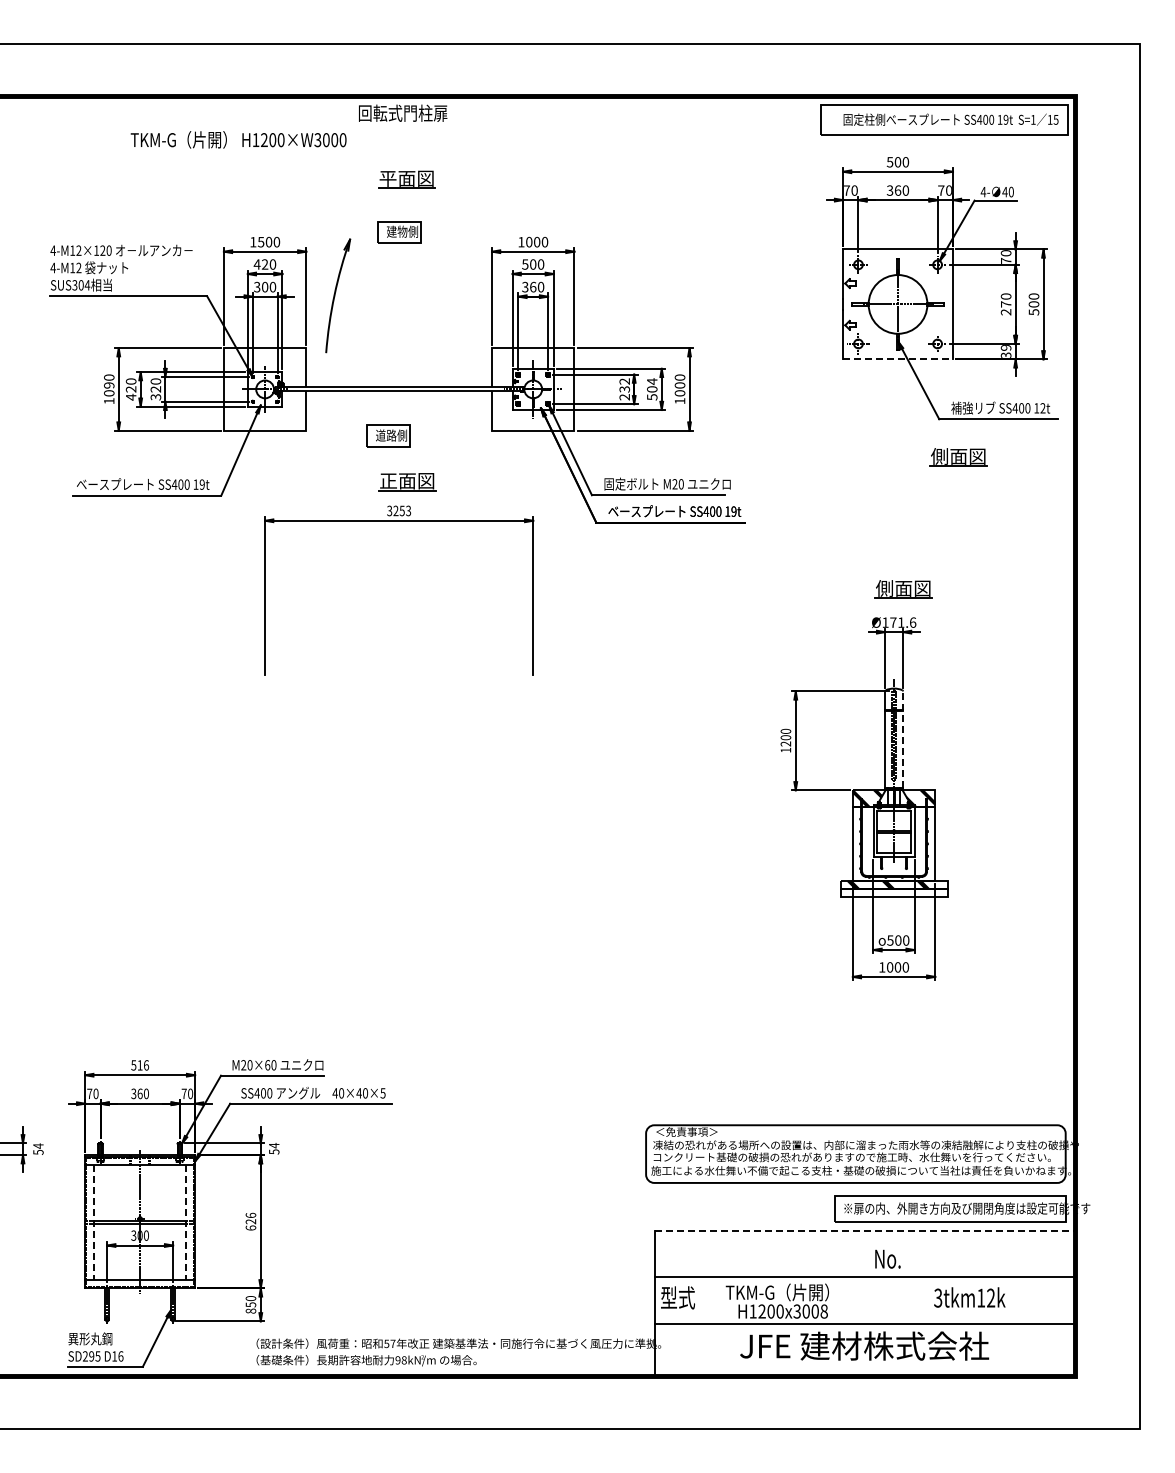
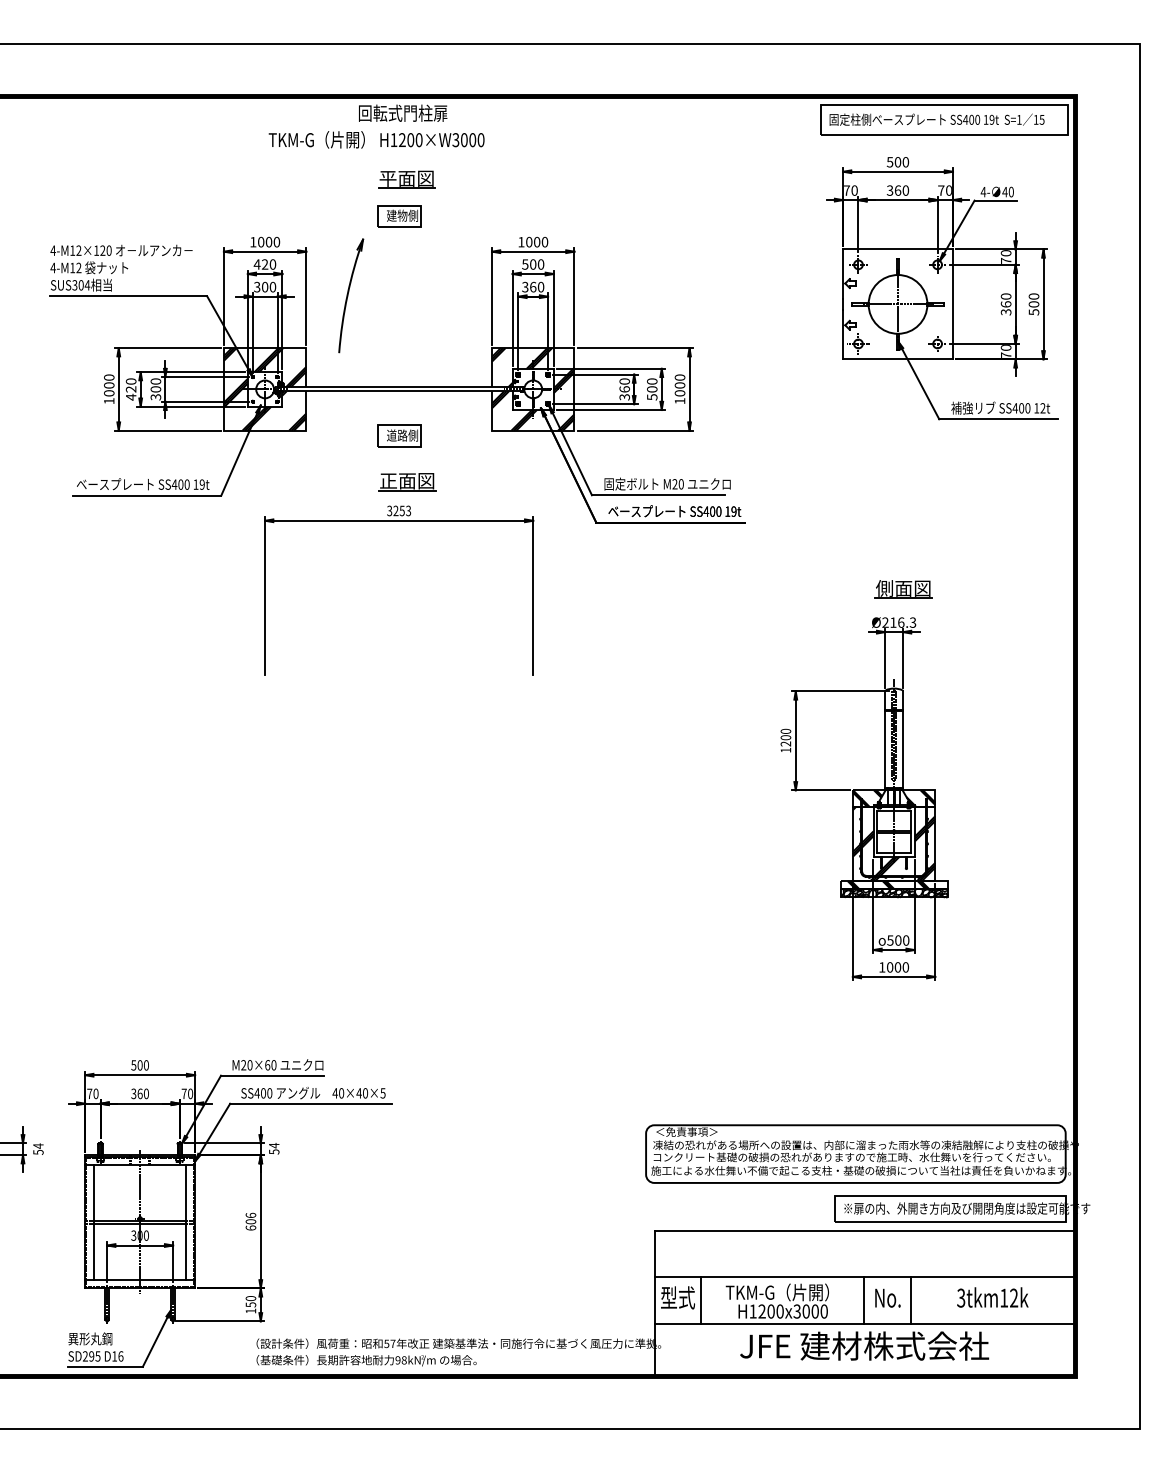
text at (950, 119) position: (950, 119) -> (936, 119)
text at (238, 139) position: (238, 139) -> (376, 139)
part at (399, 232) position: (399, 232) -> (399, 216)
text at (260, 241): 1500 -> 1000
part at (338, 295) position: (338, 295) -> (351, 295)
text at (1005, 308): 270 -> 360
text at (1005, 351): 39 -> 70
line at (898, 359): dashed -> solid
text at (652, 381): 504 -> 500
text at (109, 385): 1090 -> 1000
text at (155, 389): 320 -> 300
hatch at (264, 389): none -> present
hatch at (533, 389): none -> present
text at (624, 389): 232 -> 360
part at (388, 435) position: (388, 435) -> (399, 435)
part at (958, 457): present -> none
text at (899, 622): Ø171.6 -> Ø216.3
line at (903, 739): dashed -> solid
hatch at (893, 843): none -> present
hatch at (893, 893): none -> present
text at (143, 1065): 516 -> 500
text at (250, 1221): 626 -> 606
line at (94, 1222): dashed -> solid
line at (186, 1222): dashed -> solid
line at (864, 1230): dashed -> solid
text at (887, 1258) position: (887, 1258) -> (887, 1297)
text at (969, 1297) position: (969, 1297) -> (992, 1297)
line at (701, 1300): none -> present
line at (864, 1300): none -> present
line at (911, 1300): none -> present
text at (250, 1310): 850 -> 150
text at (823, 1311): H1200x3008 -> H1200x3000
